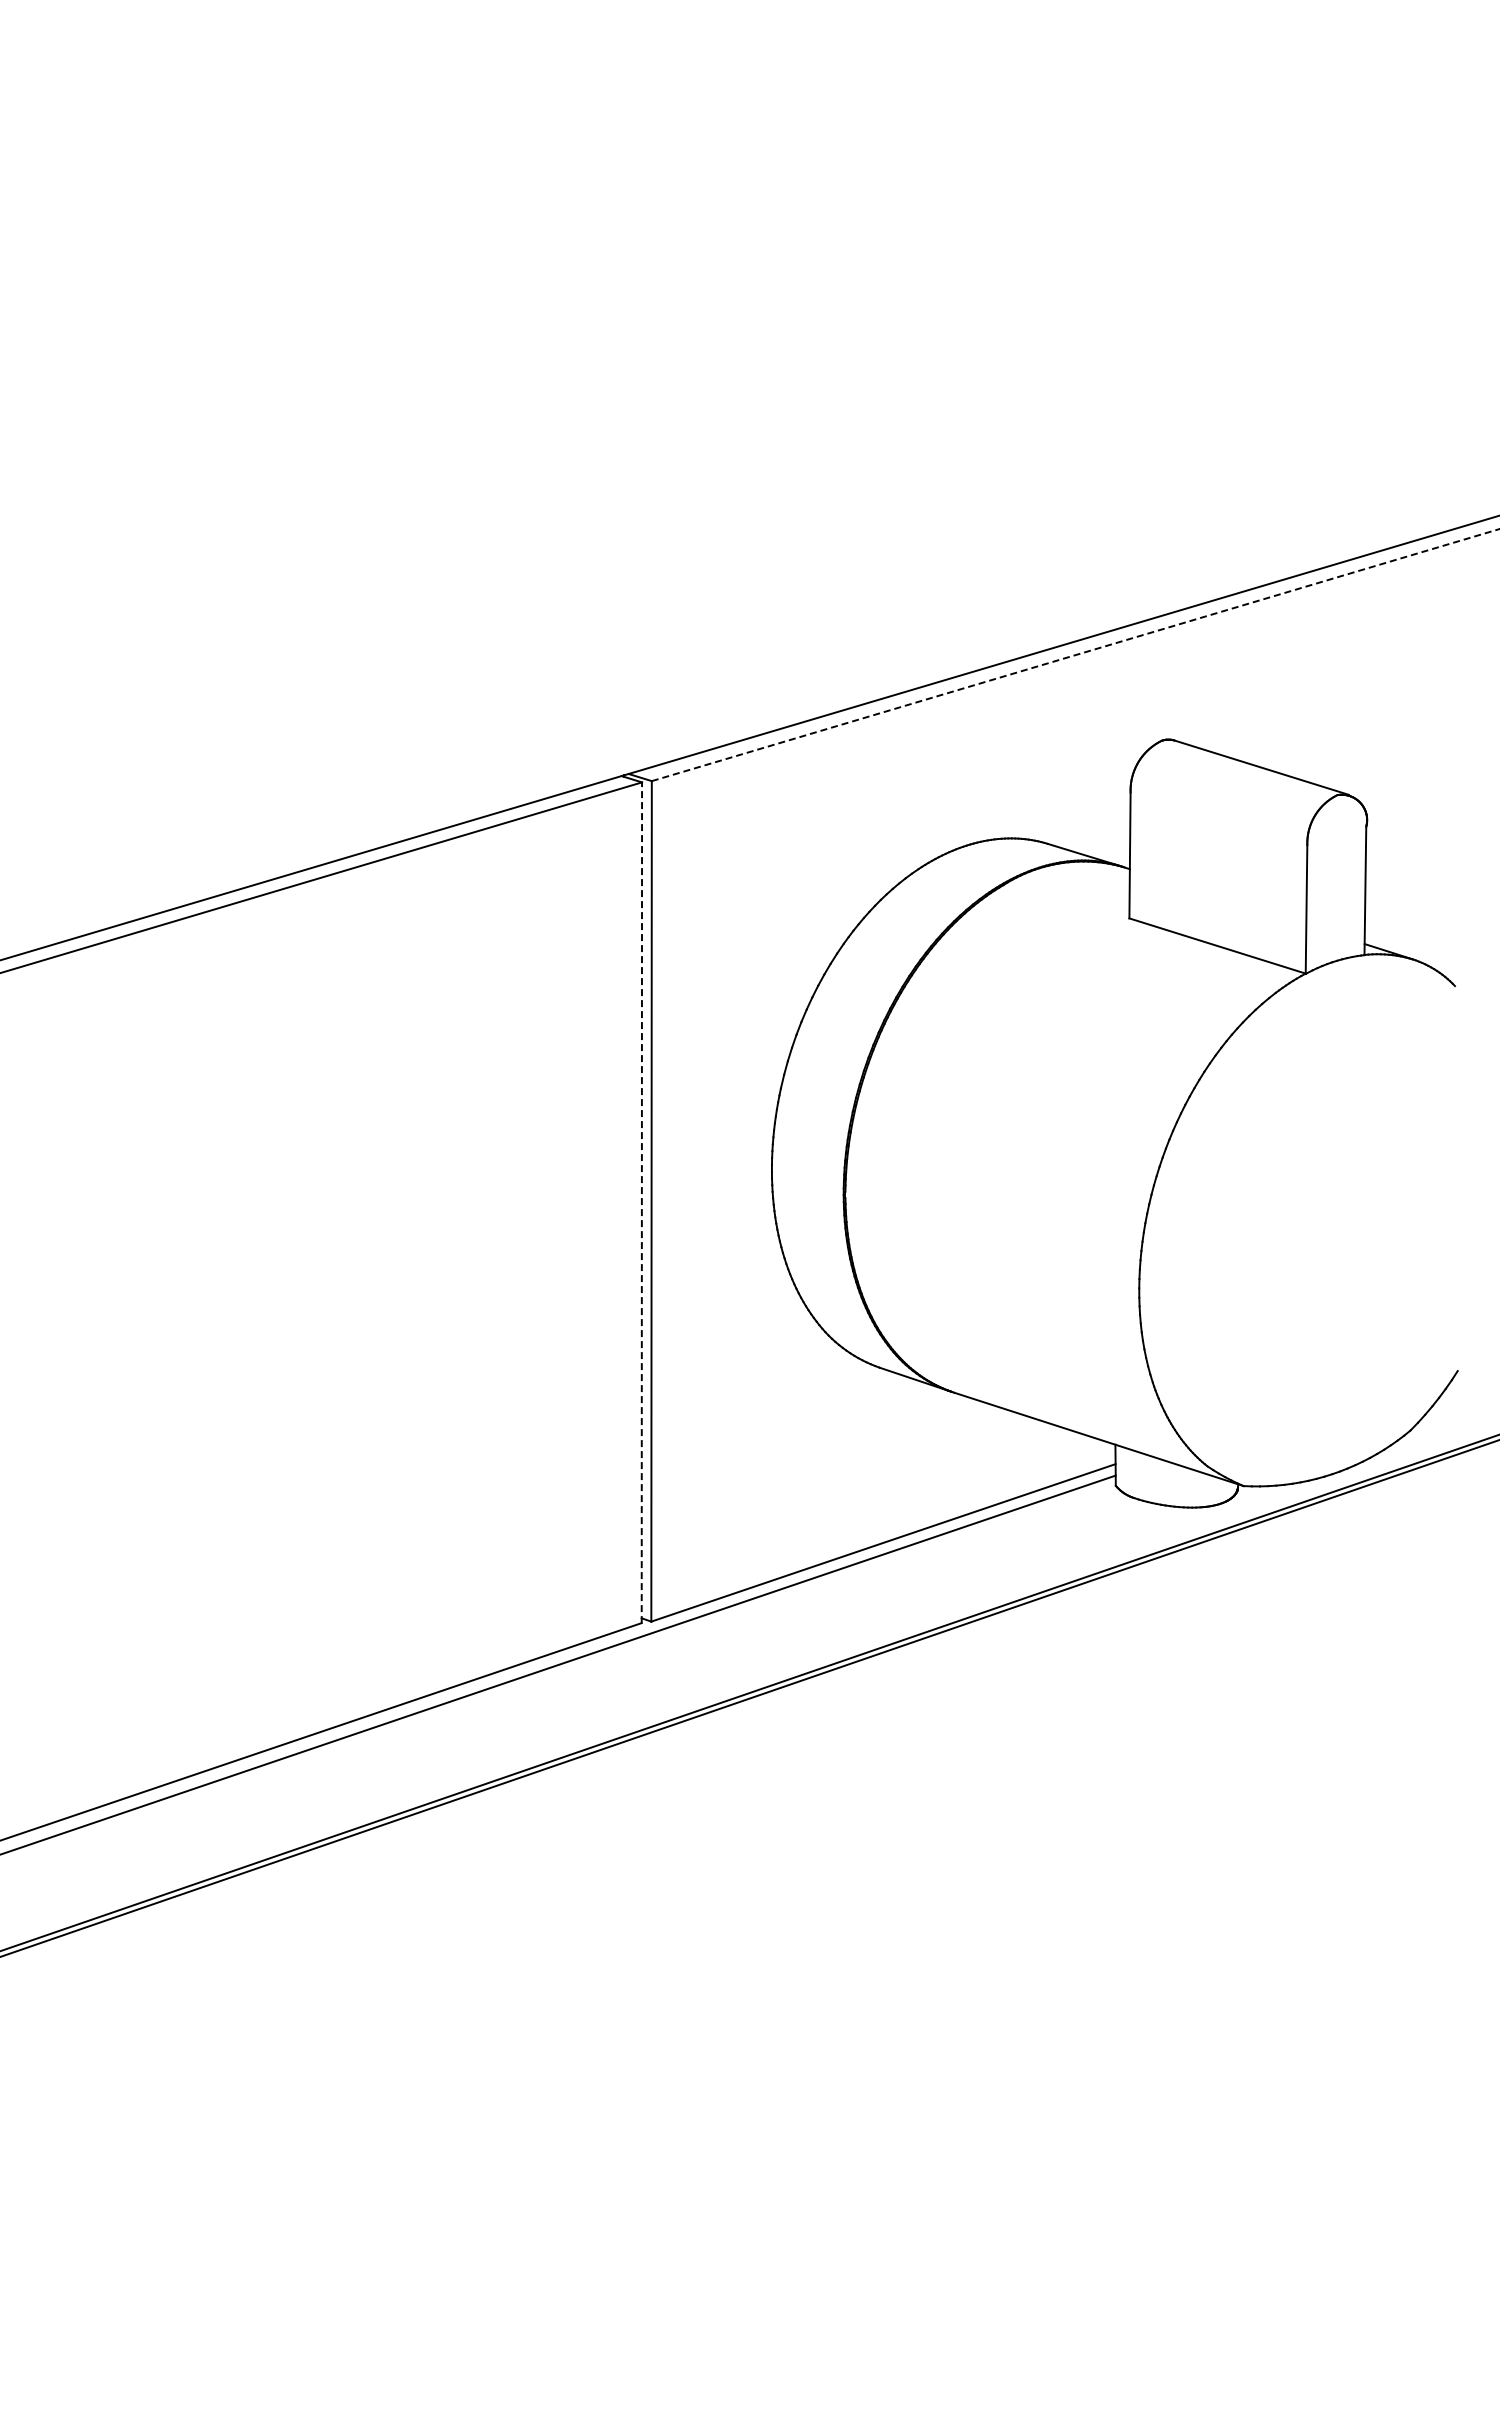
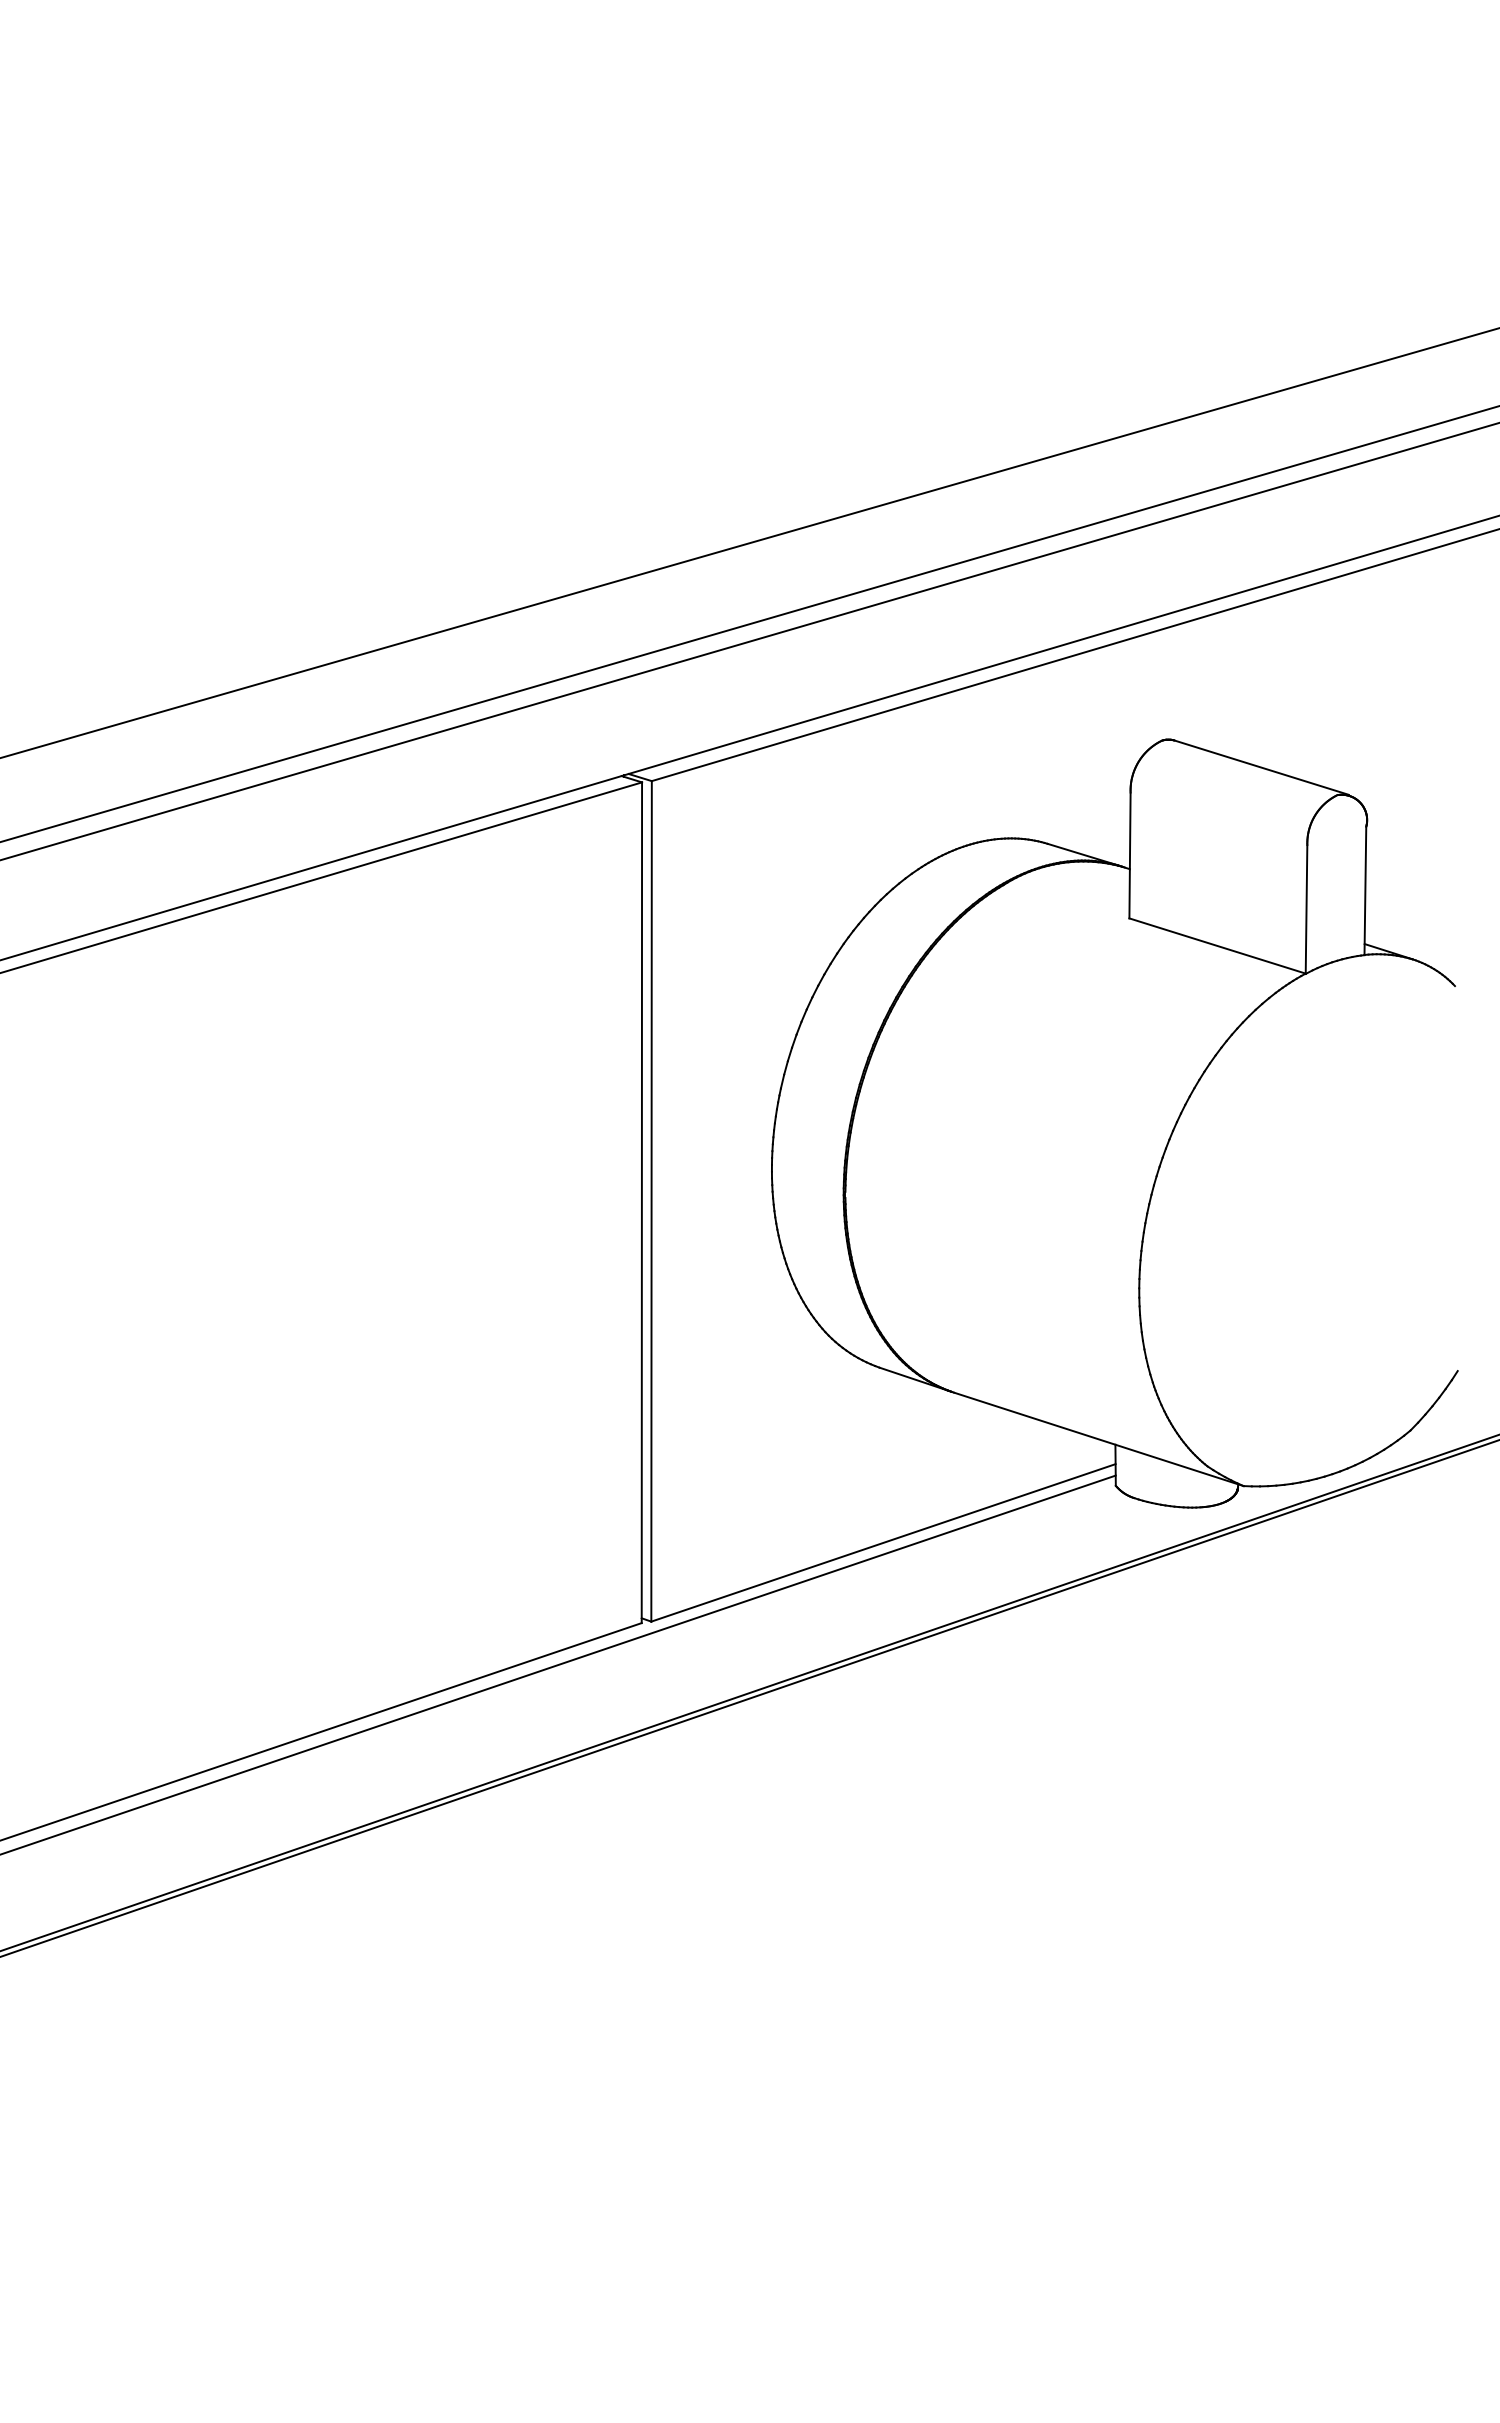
line at (749, 543): none -> present
line at (749, 624): none -> present
line at (749, 641): none -> present
line at (1076, 654): dashed -> solid
line at (641, 1202): dashed -> solid
